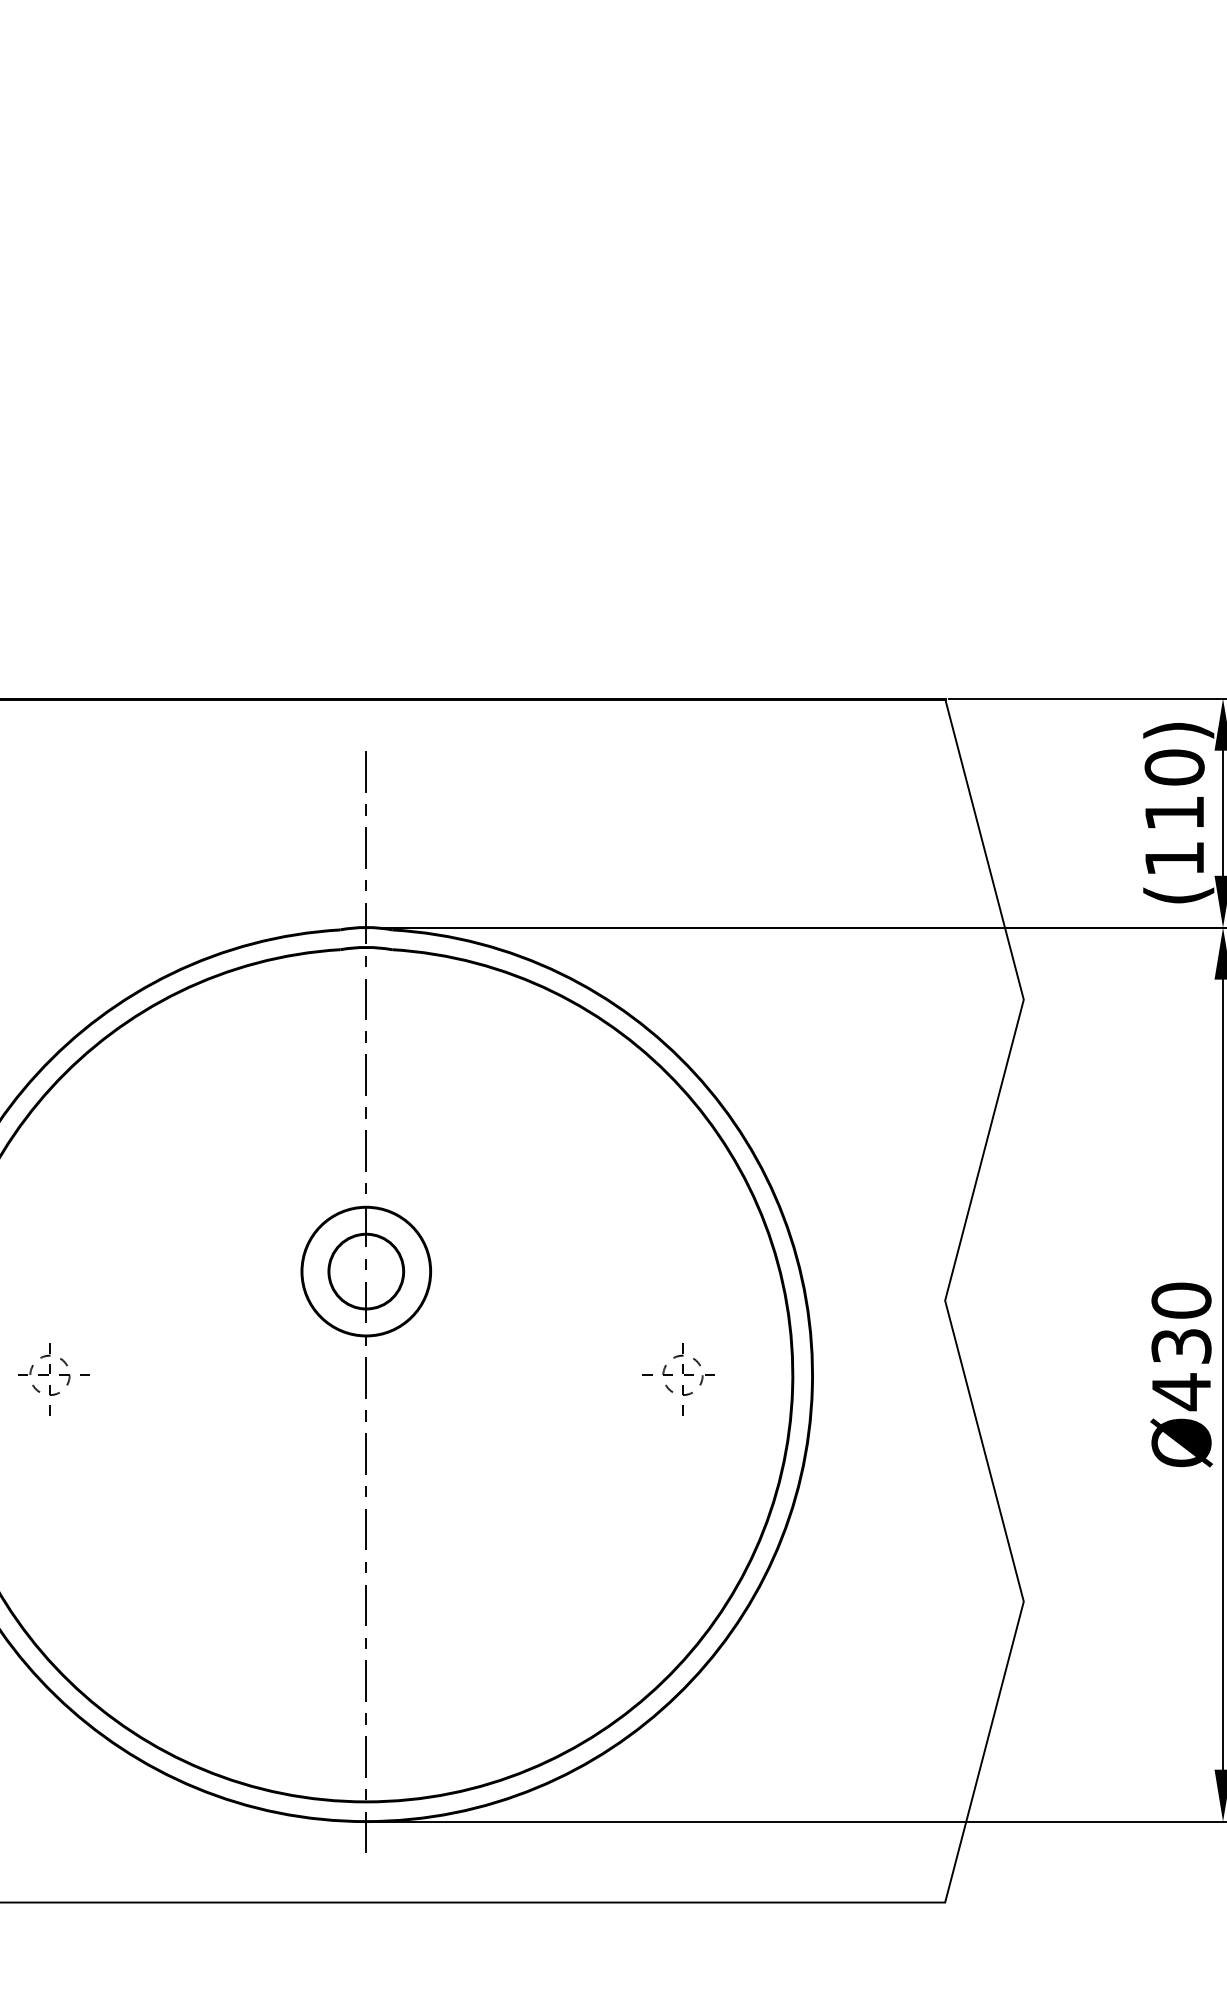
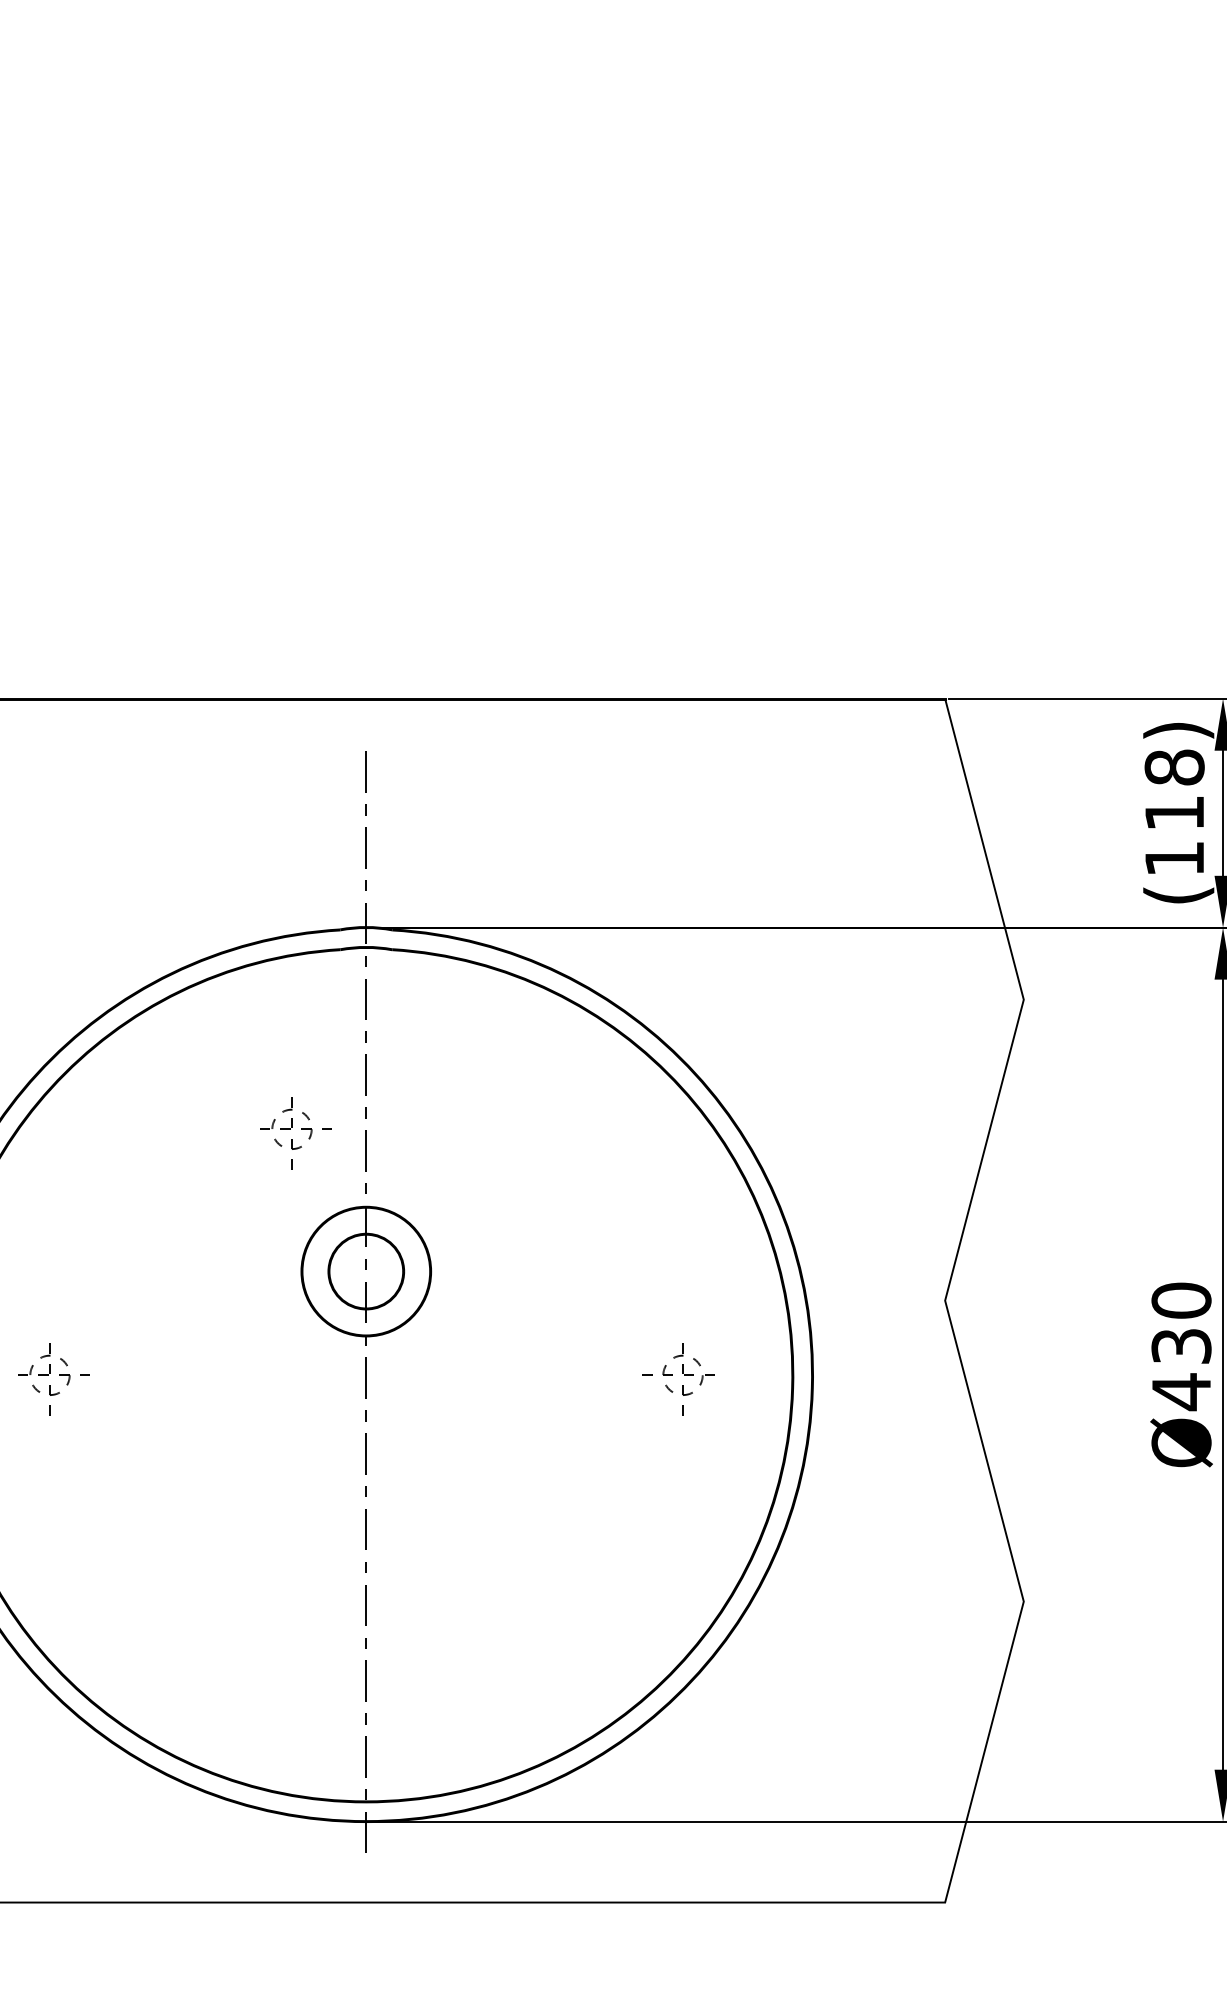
text at (1174, 767): (110) -> (118)
part at (290, 1129): none -> present
